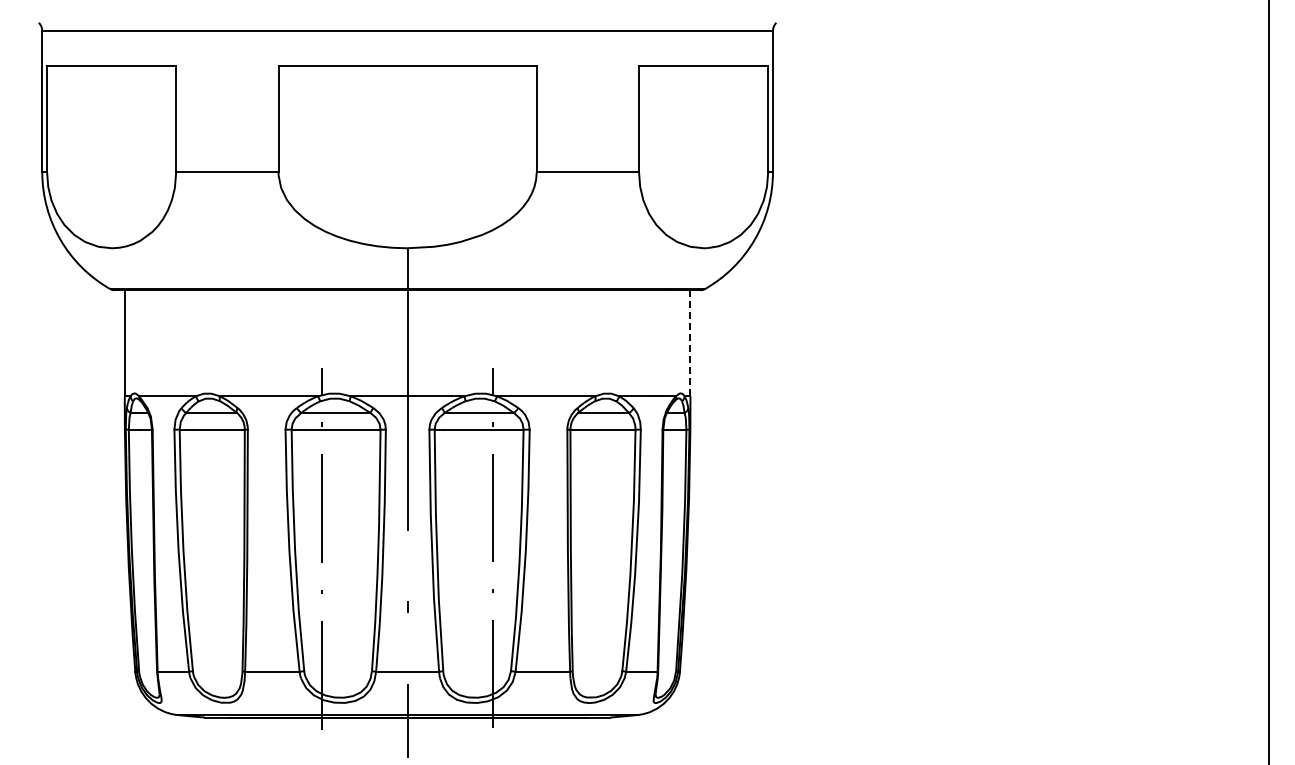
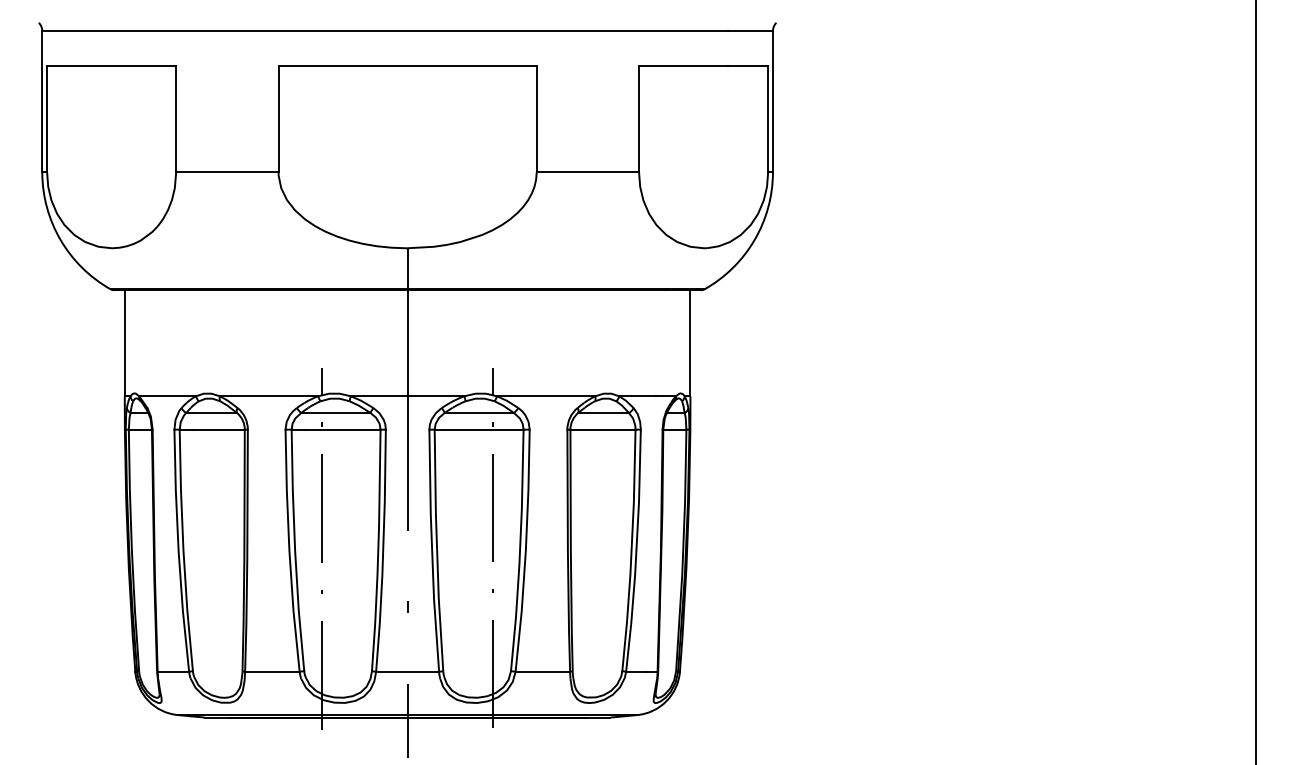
line at (690, 343): dashed -> solid
line at (1269, 381) position: (1269, 381) -> (1256, 381)
